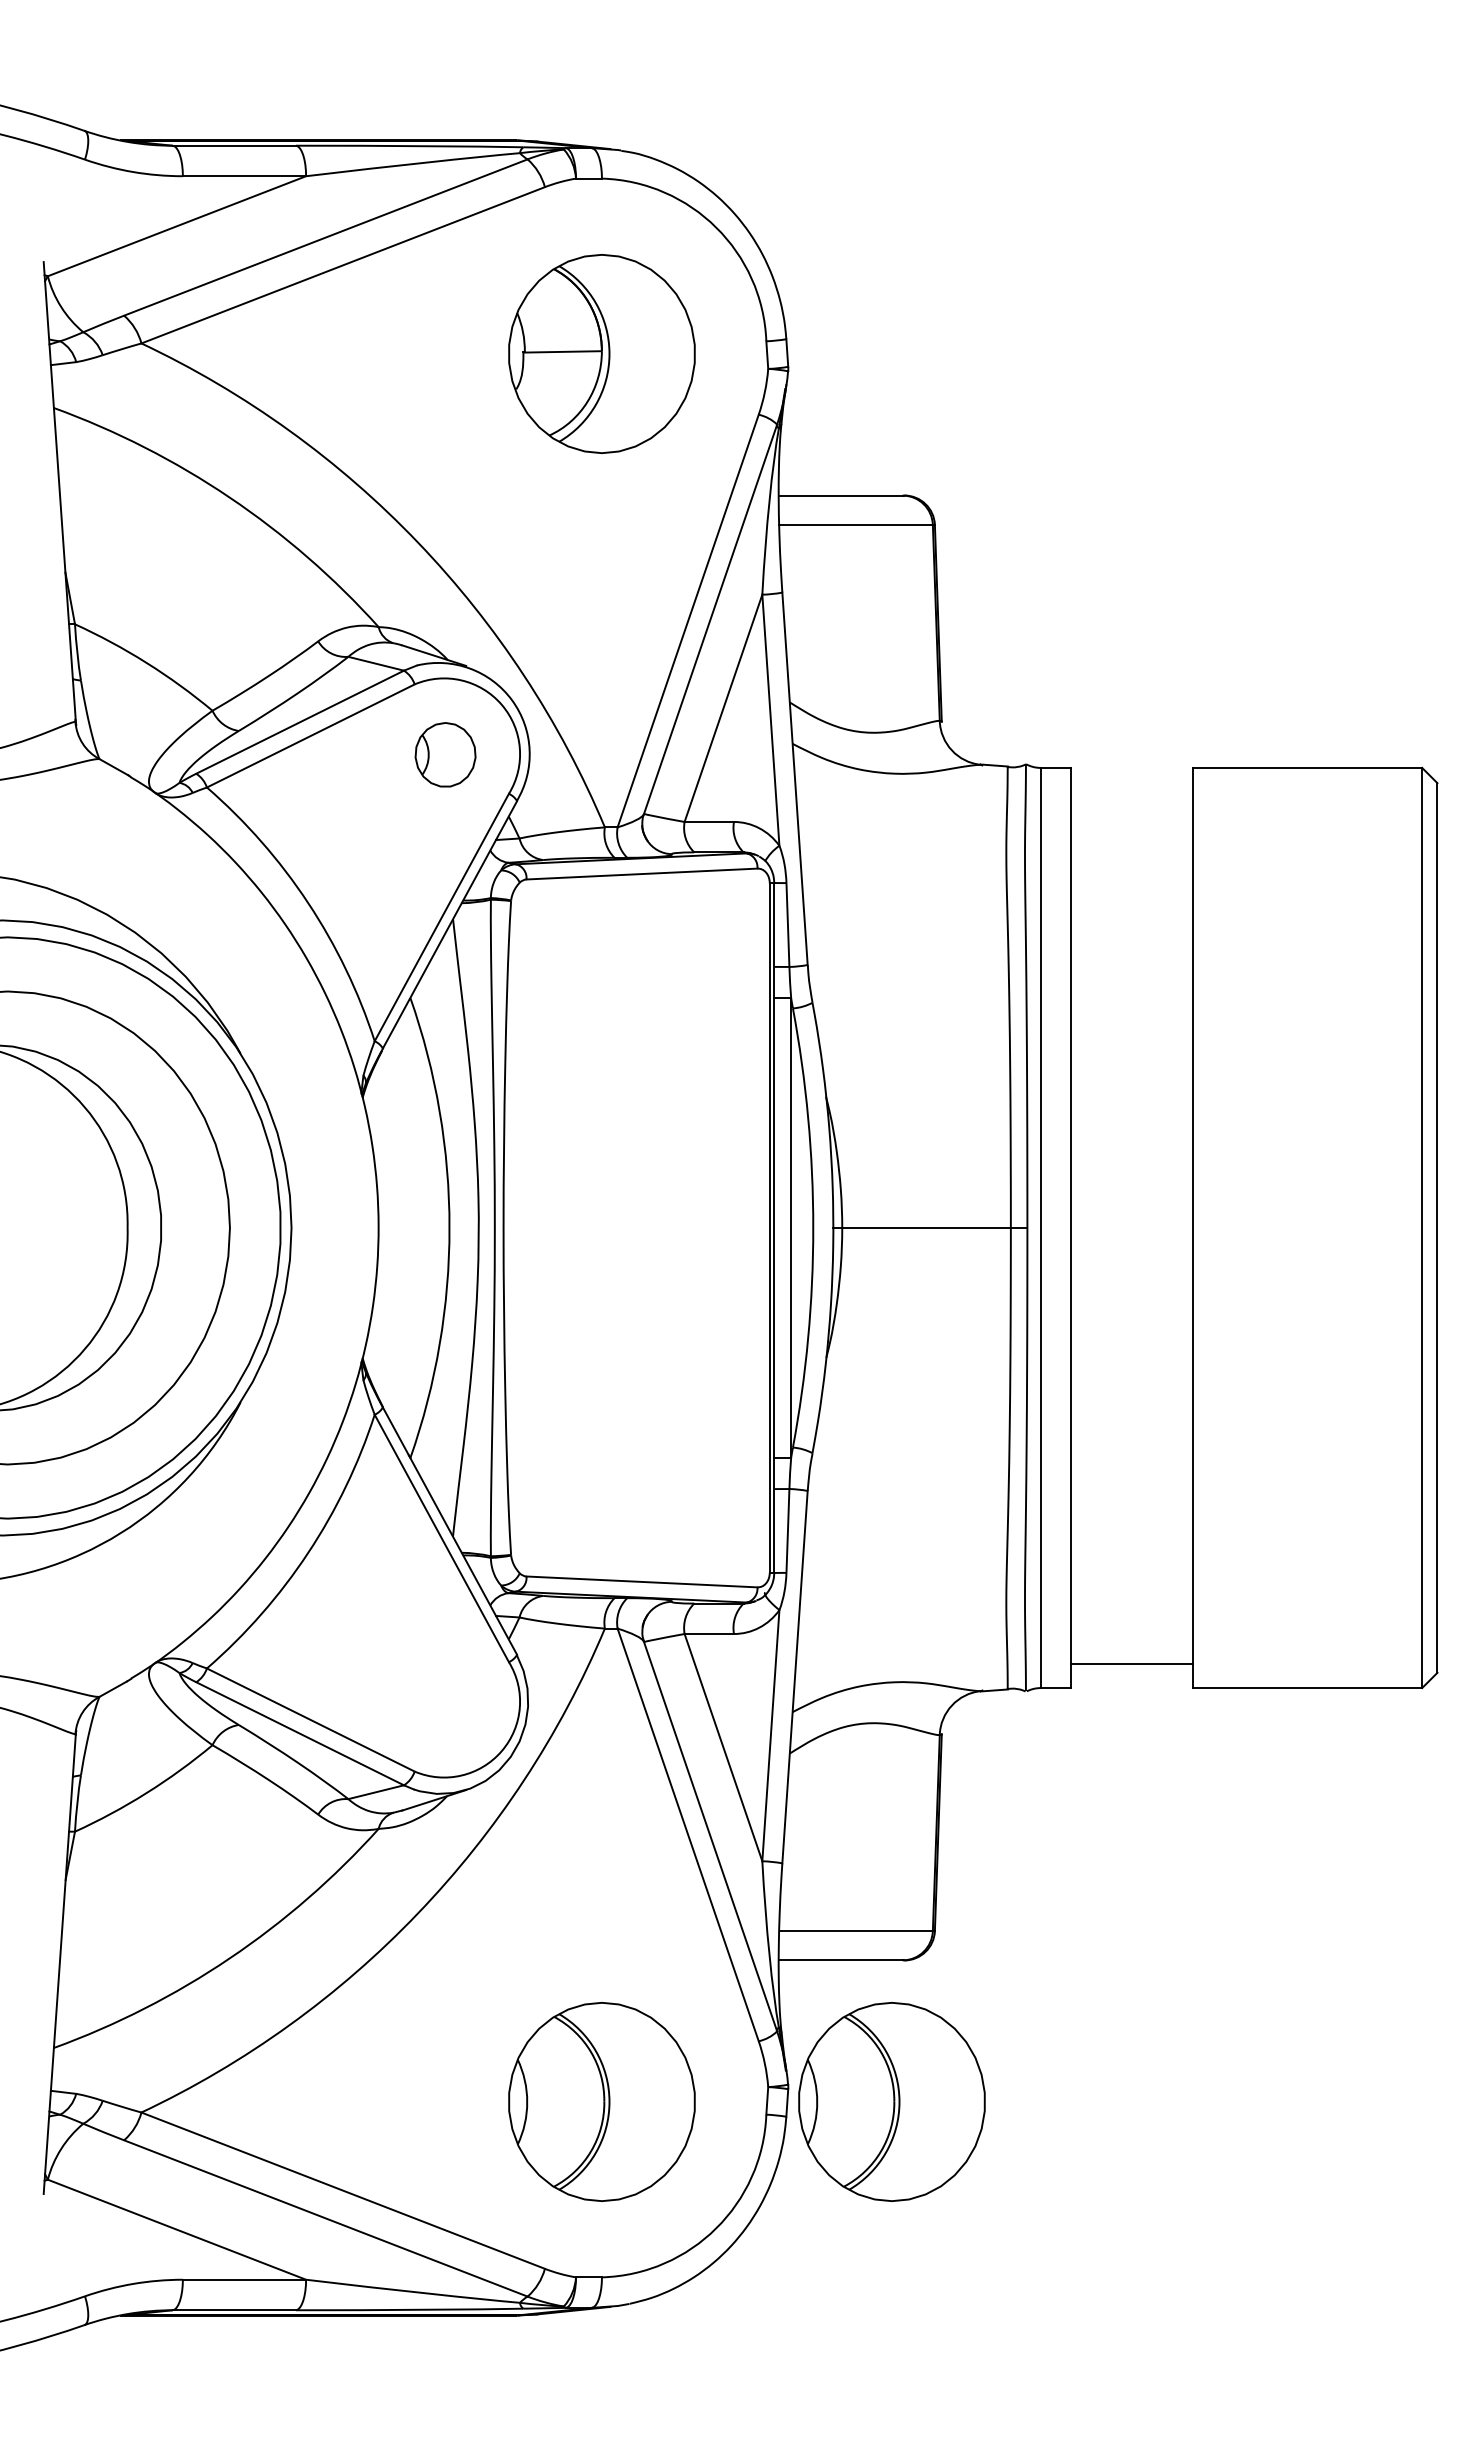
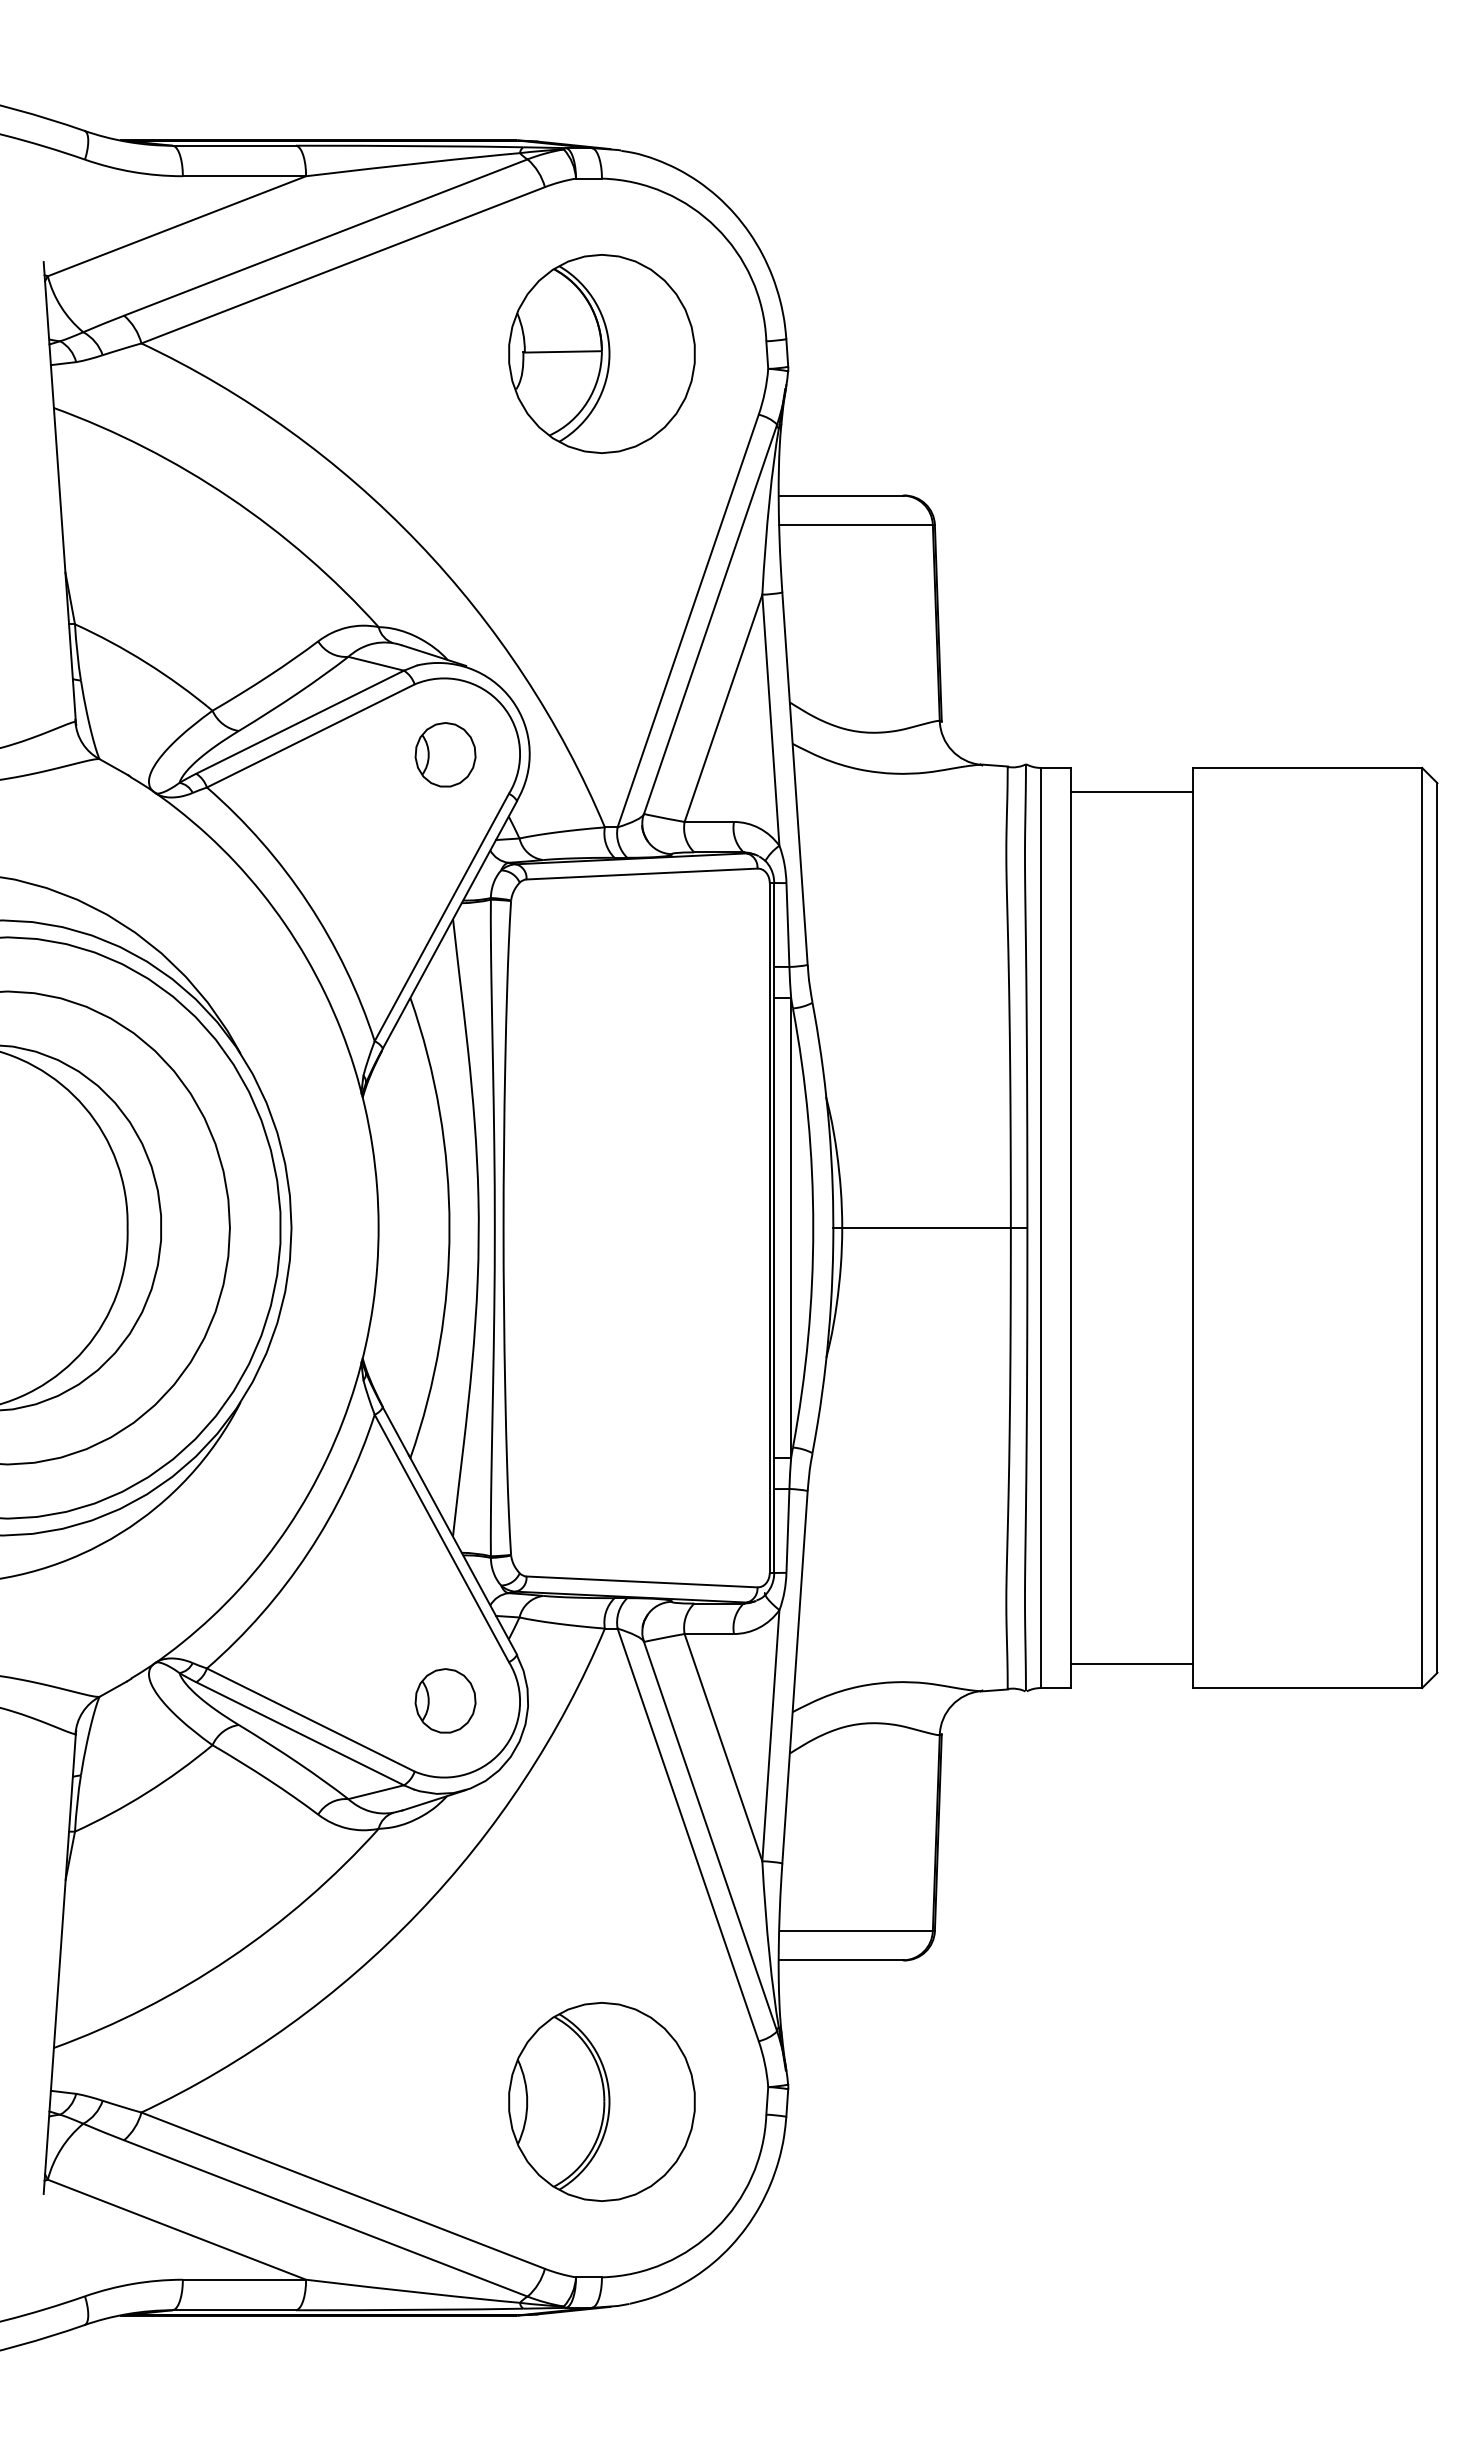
line at (1132, 792): none -> present
part at (445, 1700): none -> present
part at (891, 2101): present -> none
